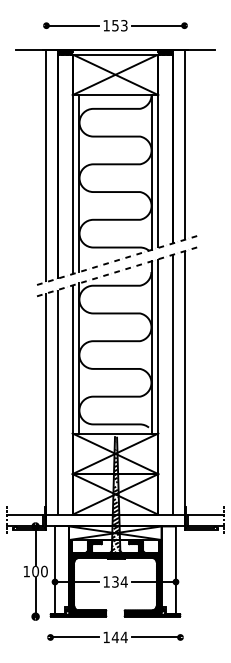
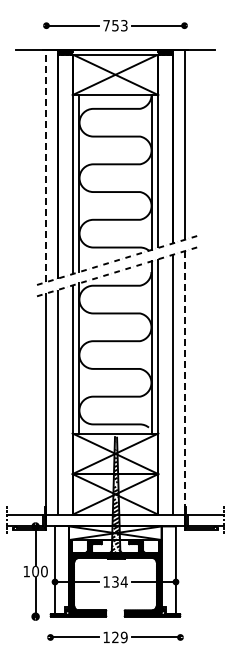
text at (106, 25): 153 -> 753
line at (46, 165): solid -> dashed
line at (184, 383): solid -> dashed
text at (119, 637): 144 -> 129
